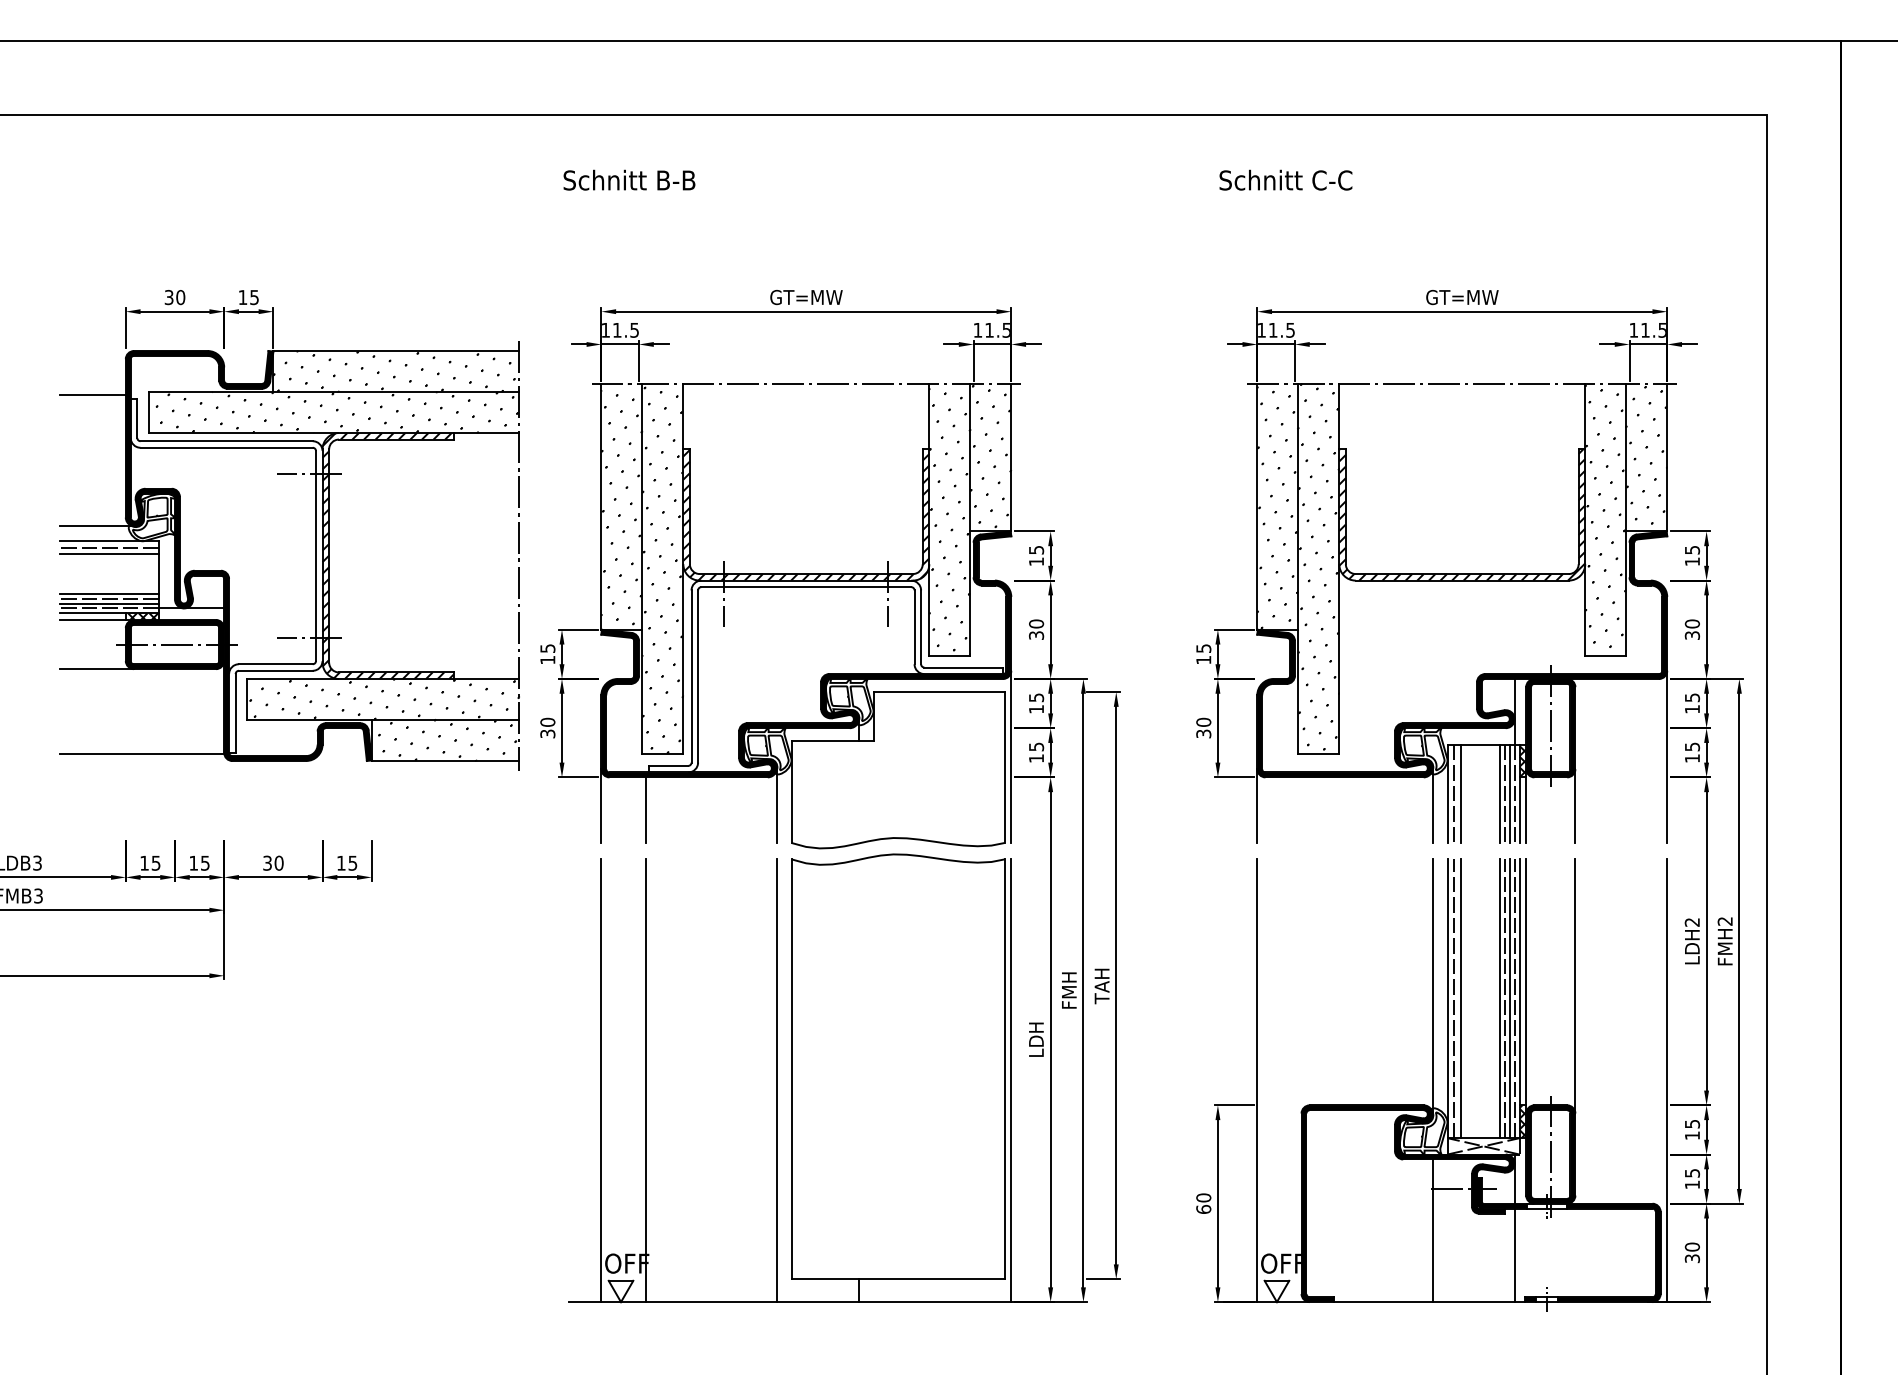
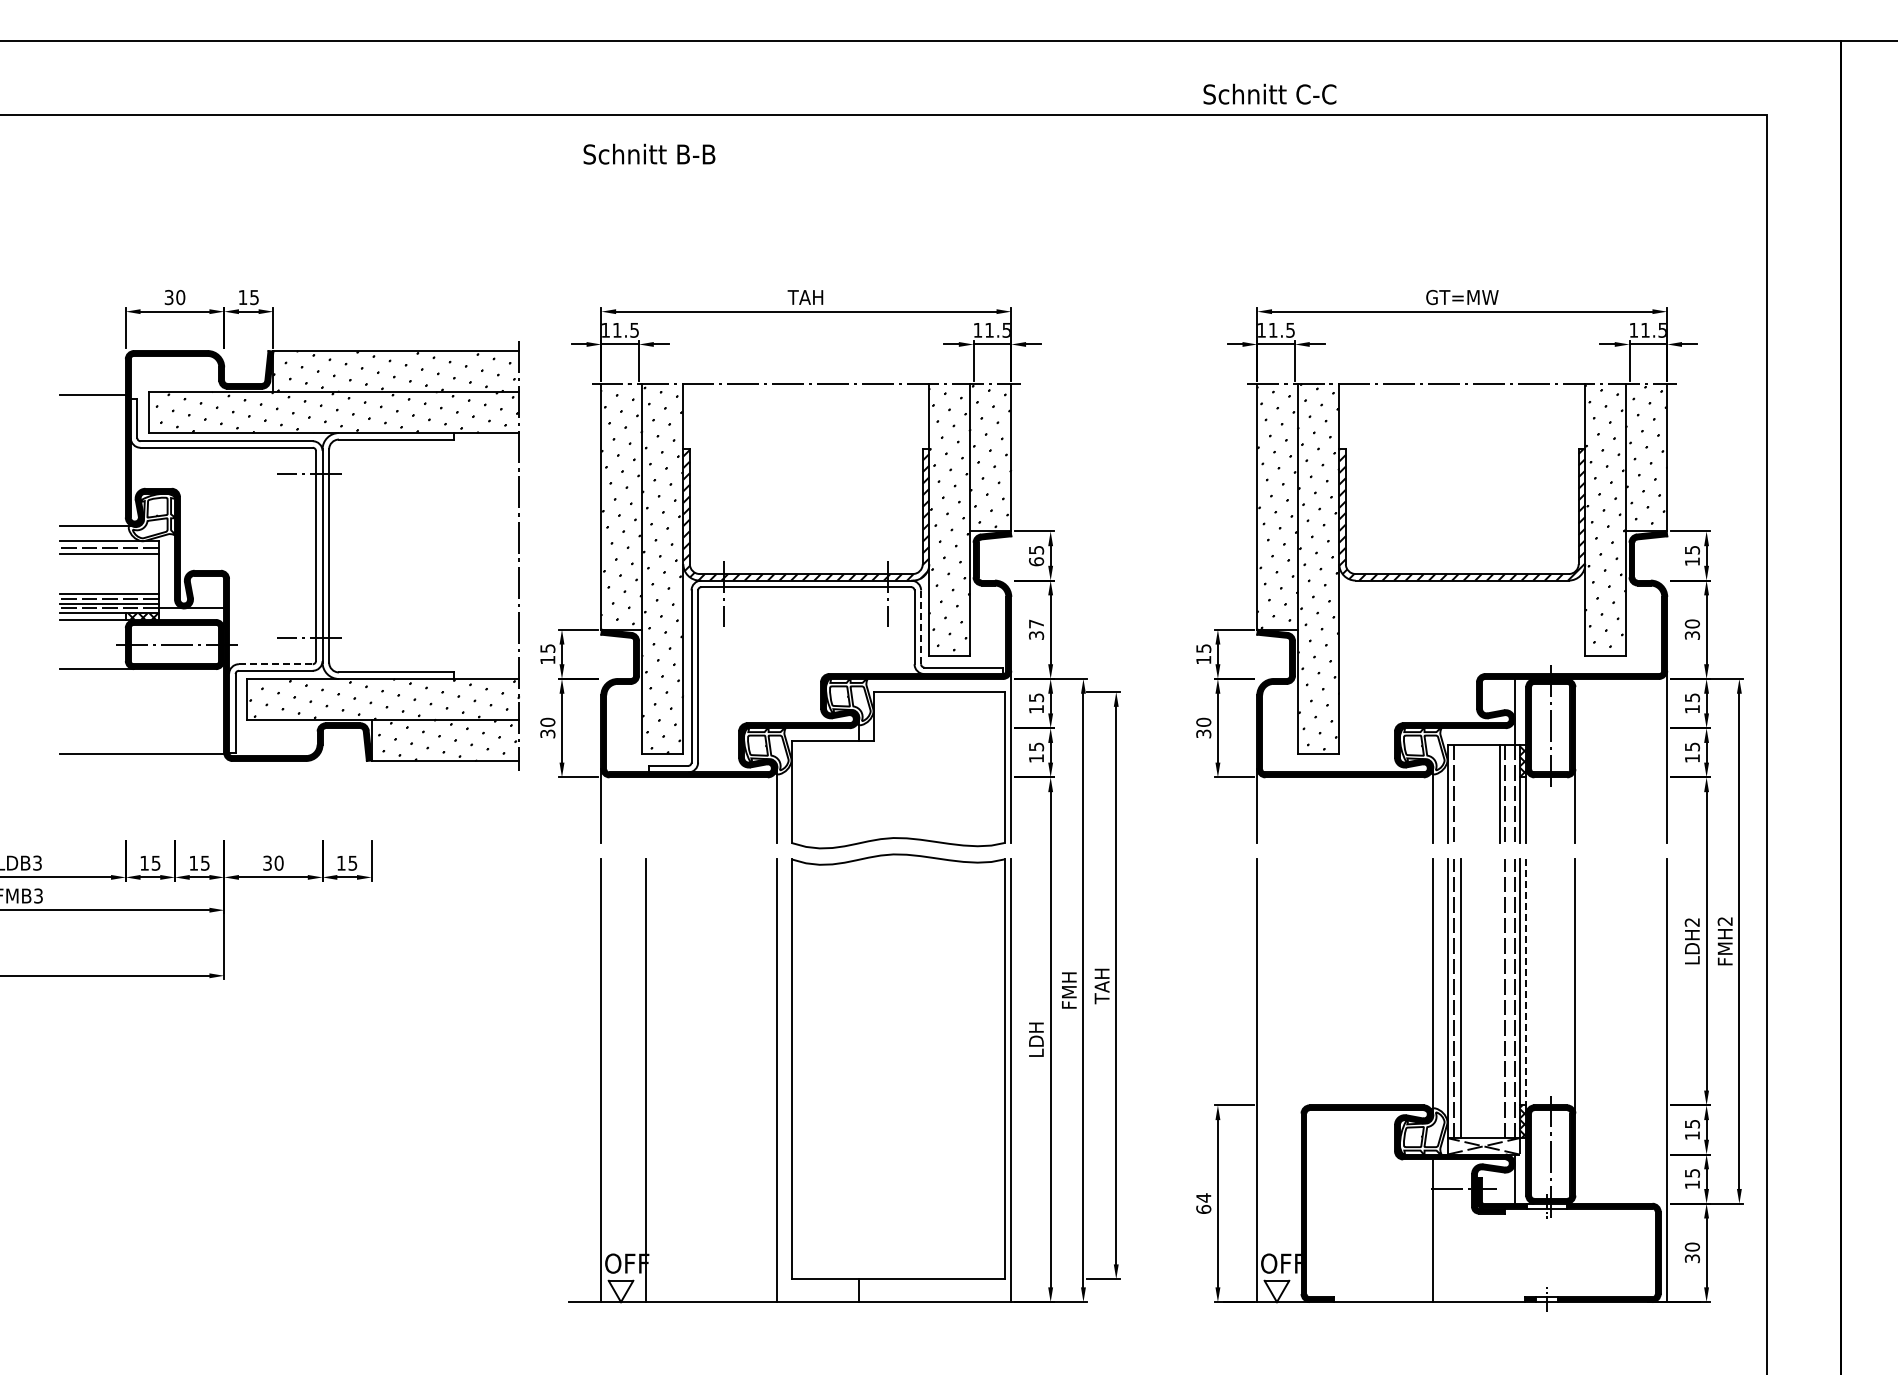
text at (629, 179) position: (629, 179) -> (649, 153)
text at (1285, 179) position: (1285, 179) -> (1269, 93)
text at (806, 297): GT=MW -> TAH
hatch at (387, 556): present -> none
text at (1036, 561): 15 -> 65
text at (1036, 623): 30 -> 37
line at (921, 627): solid -> dashed
line at (275, 664): solid -> dashed
line at (1460, 793): present -> none
line at (1509, 793): present -> none
line at (645, 809): present -> none
line at (1526, 982): solid -> dashed
line at (1499, 998): present -> none
line at (1509, 998): present -> none
text at (1203, 1197): 60 -> 64
line at (1514, 1255): present -> none
